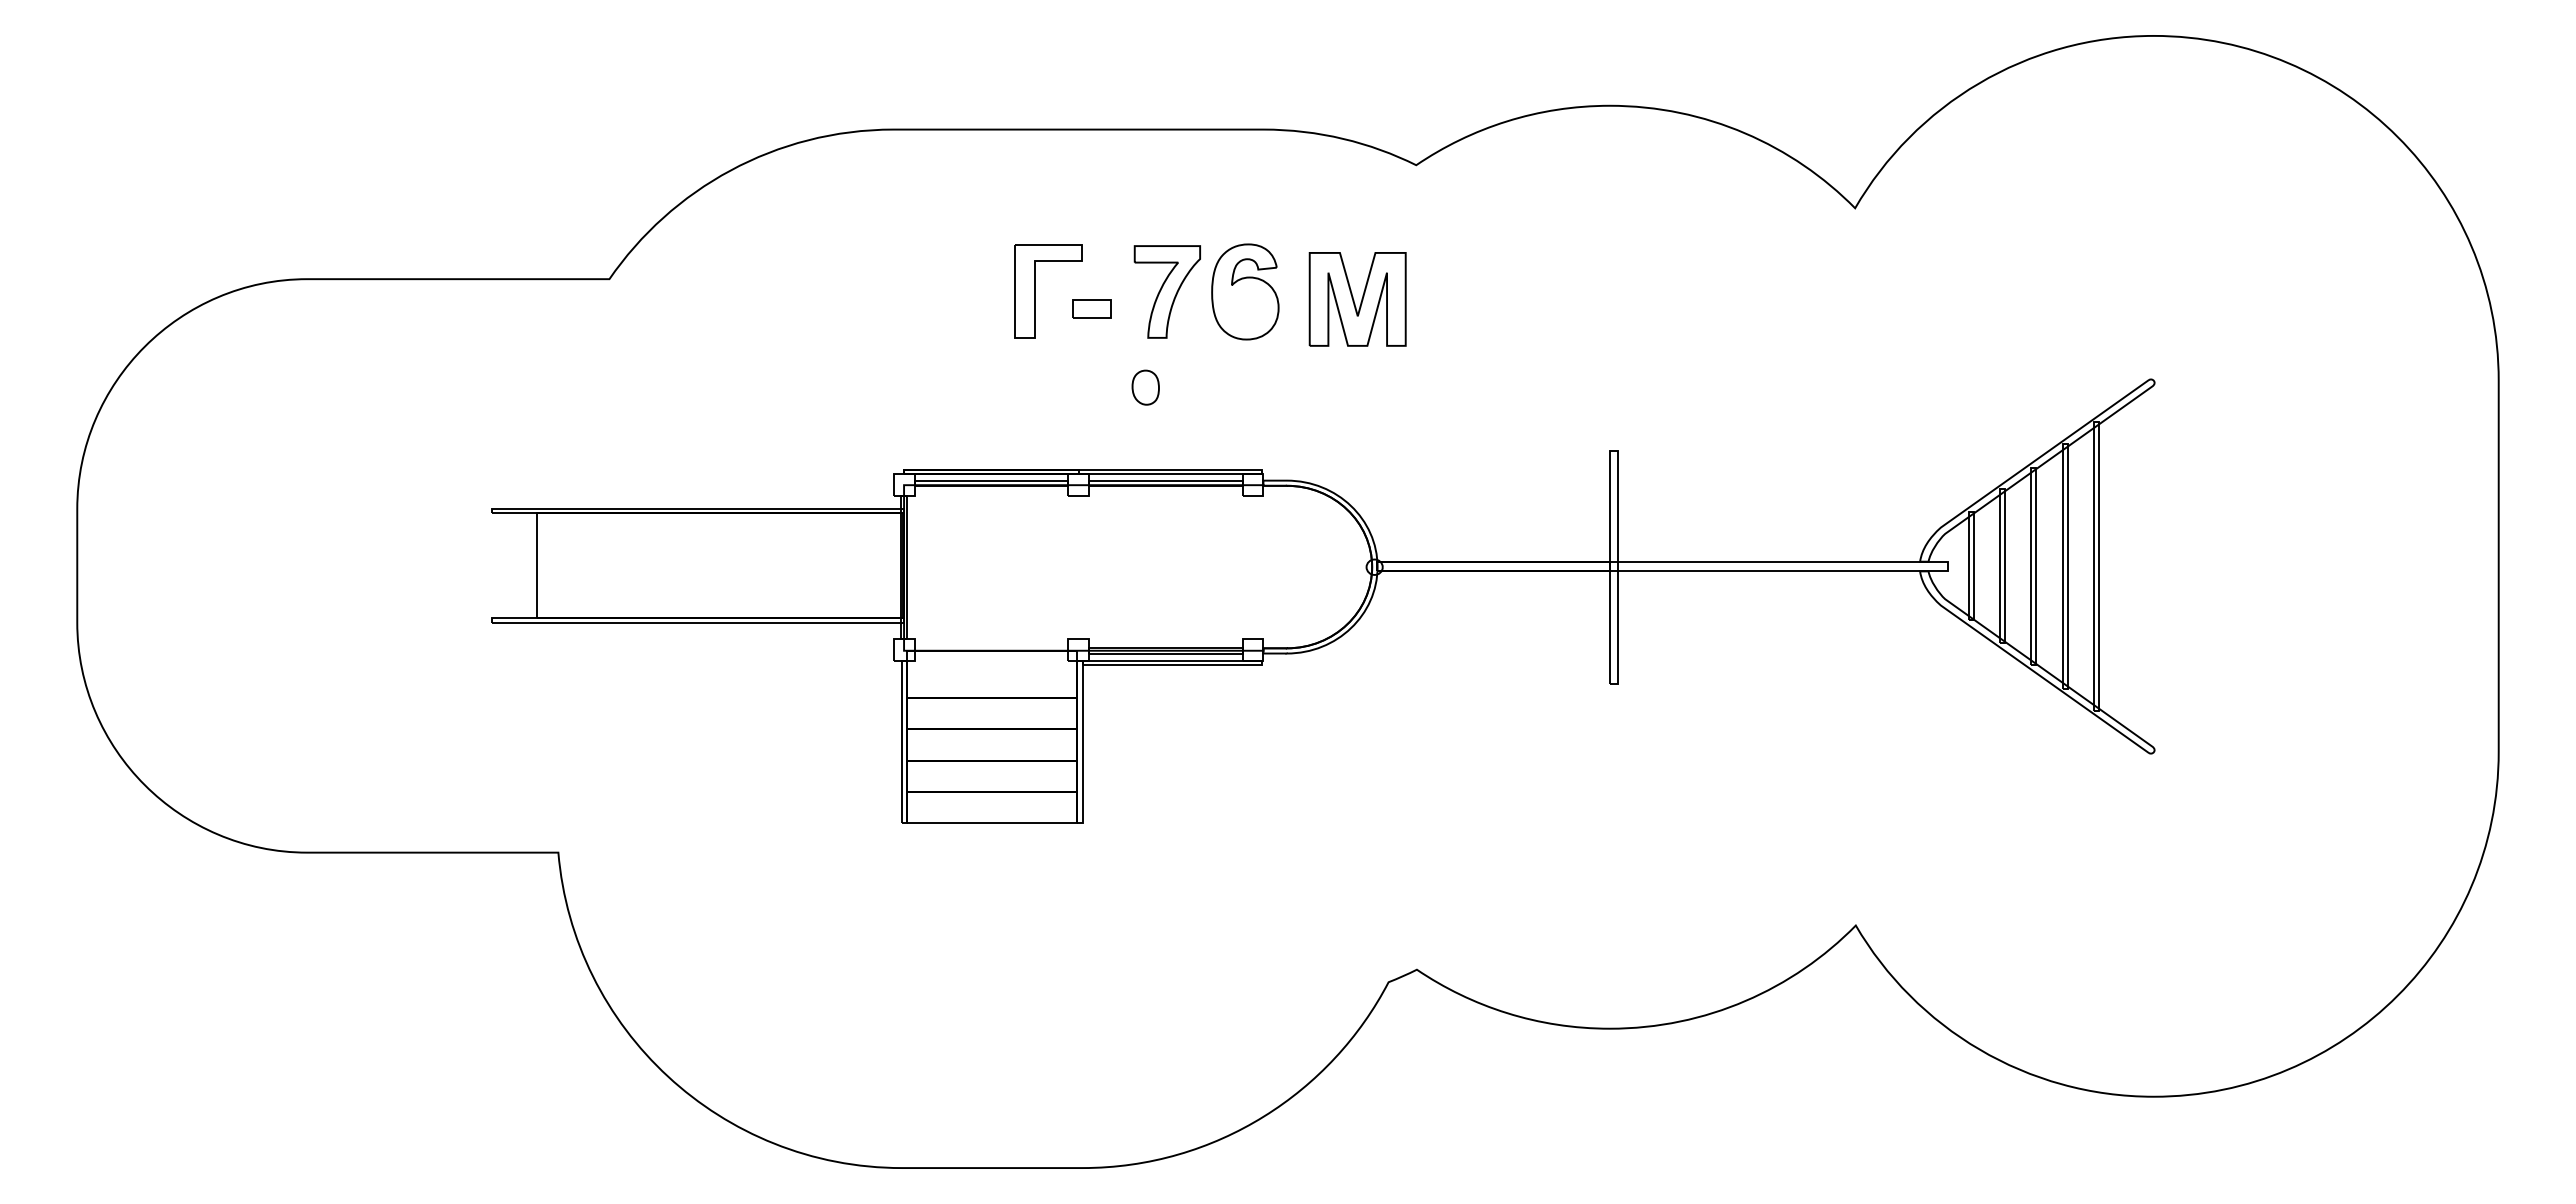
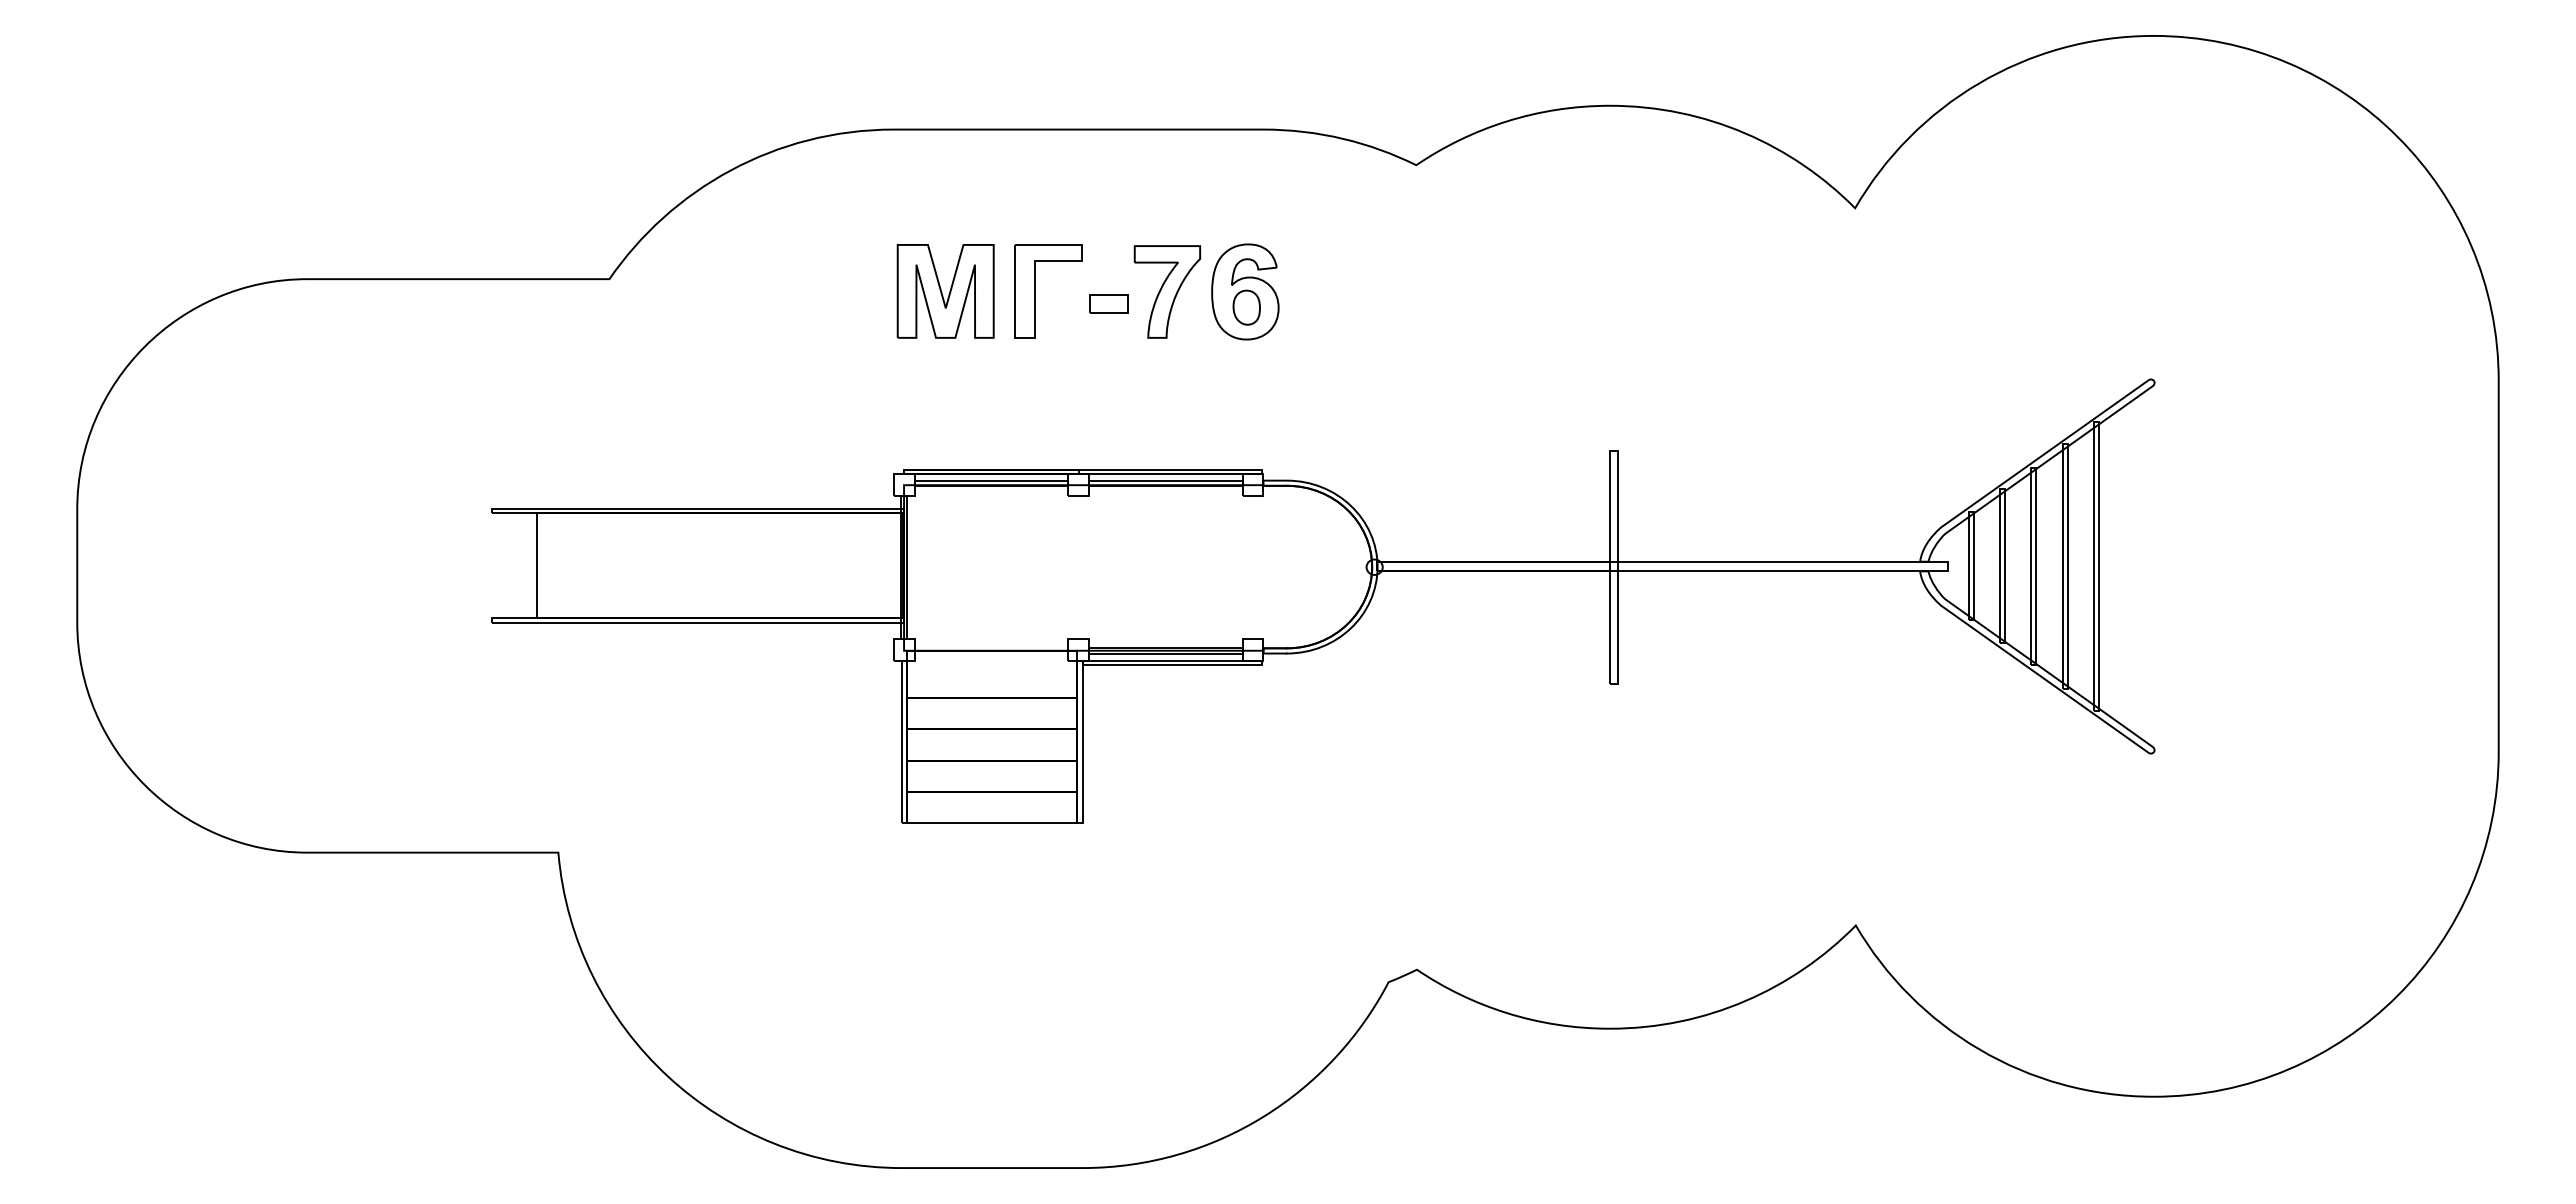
part at (1357, 299) position: (1357, 299) -> (945, 291)
part at (1091, 308) position: (1091, 308) -> (1108, 303)
part at (1145, 387) position: (1145, 387) -> (1246, 307)
